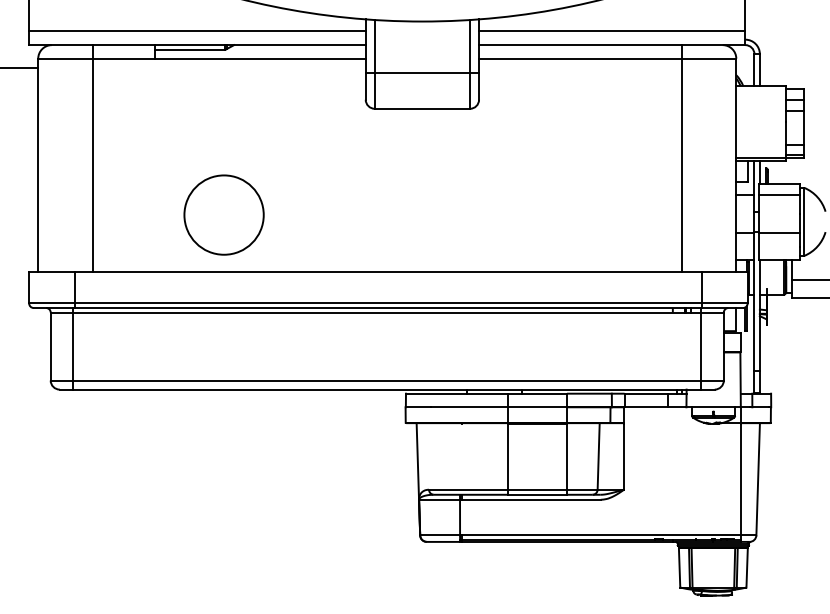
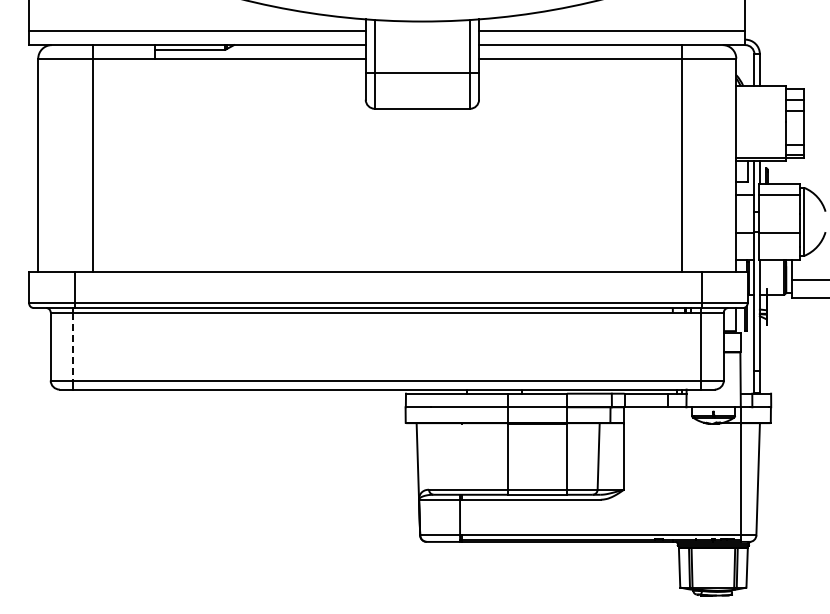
line at (20, 67): present -> none
circle at (223, 214): present -> none
line at (73, 346): solid -> dashed
